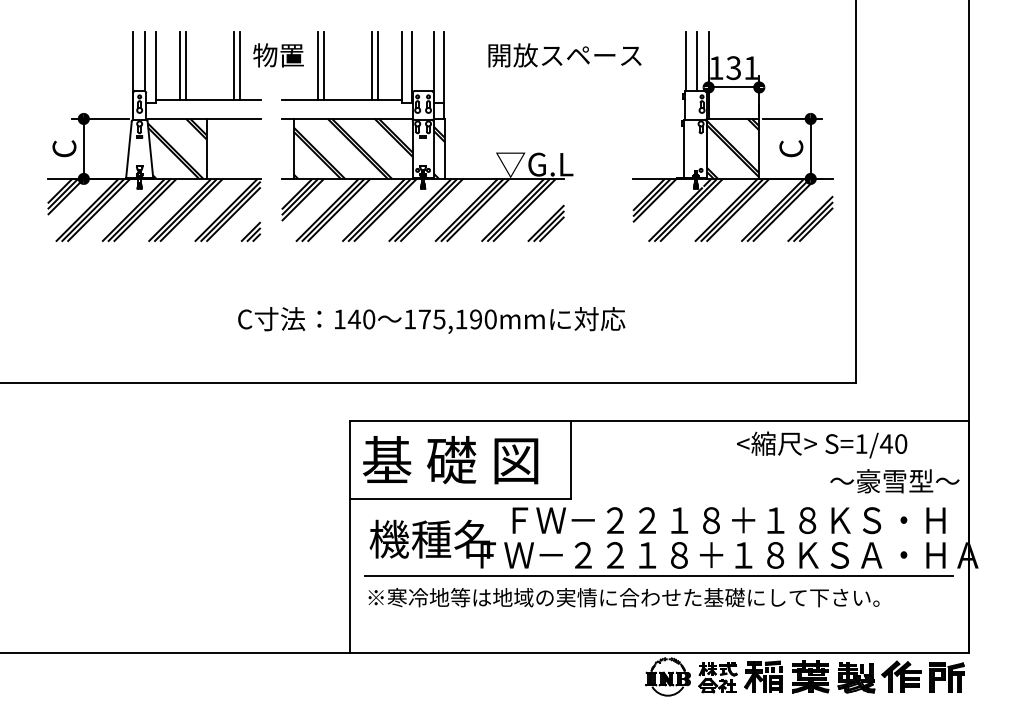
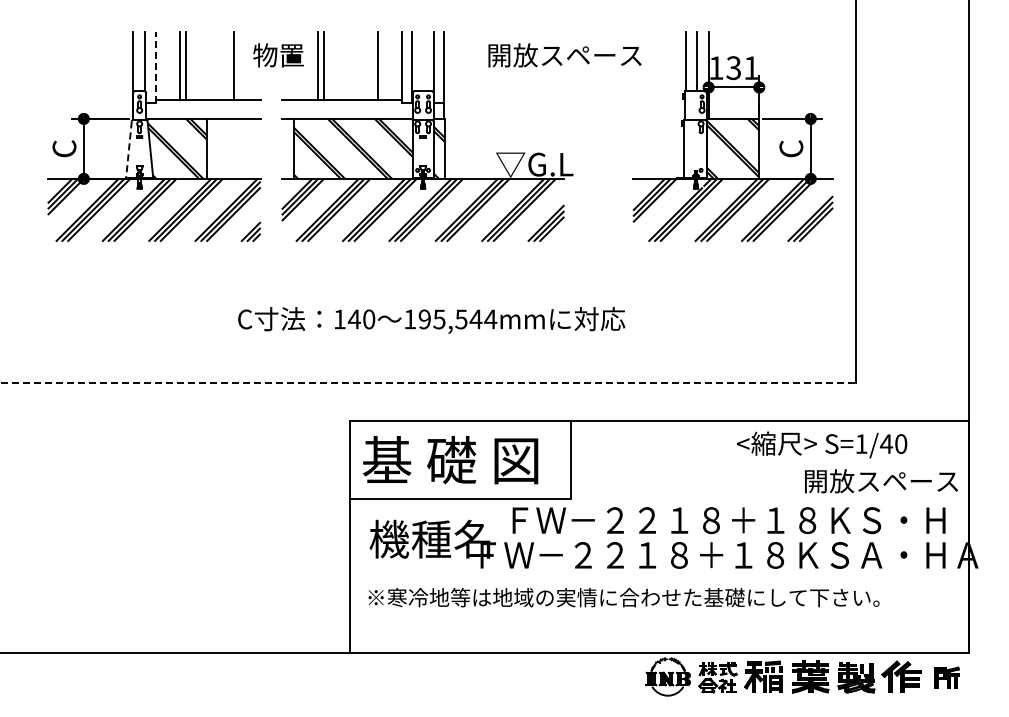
line at (239, 65): present -> none
line at (371, 65): present -> none
line at (155, 67): solid -> dashed
line at (128, 150): solid -> dashed
text at (457, 319): 175,190mm -> 195,544mm
line at (428, 382): solid -> dashed
text at (882, 481): ～豪雪型～ -> 開放スペース
line at (659, 576): present -> none
part at (946, 677) size: 36x31 px -> 26x23 px
